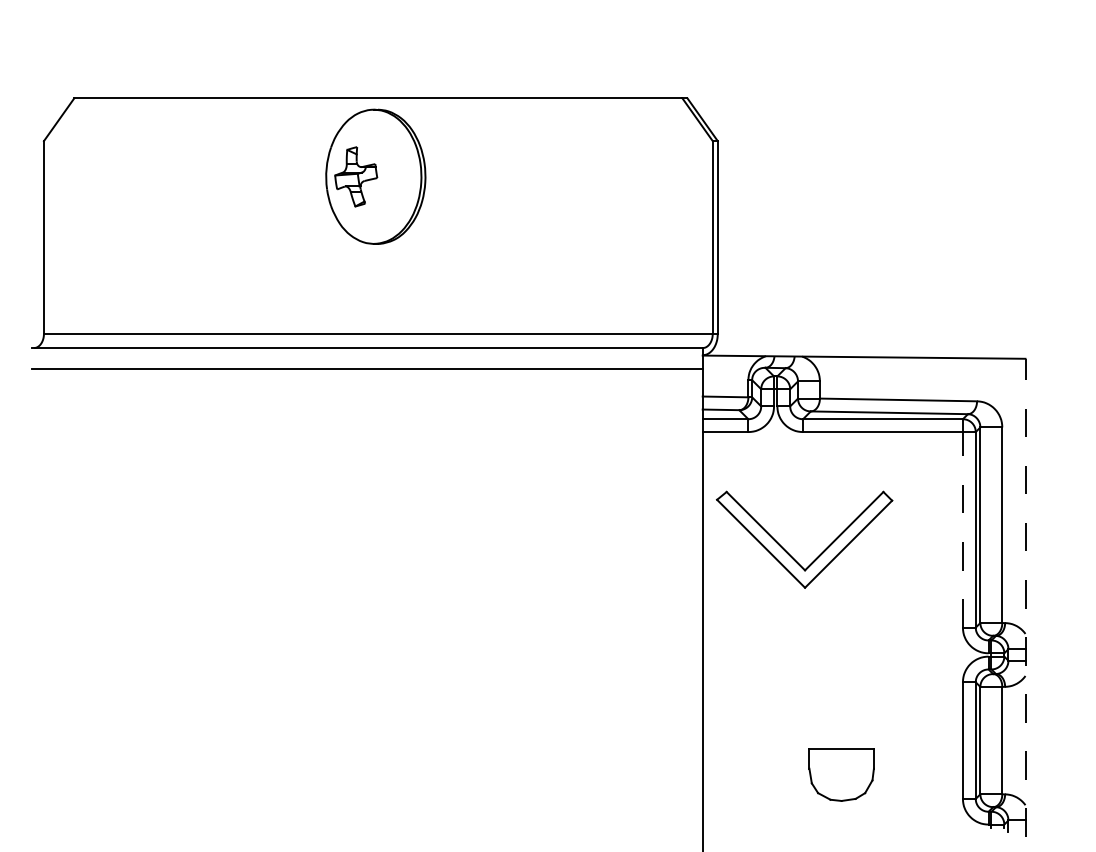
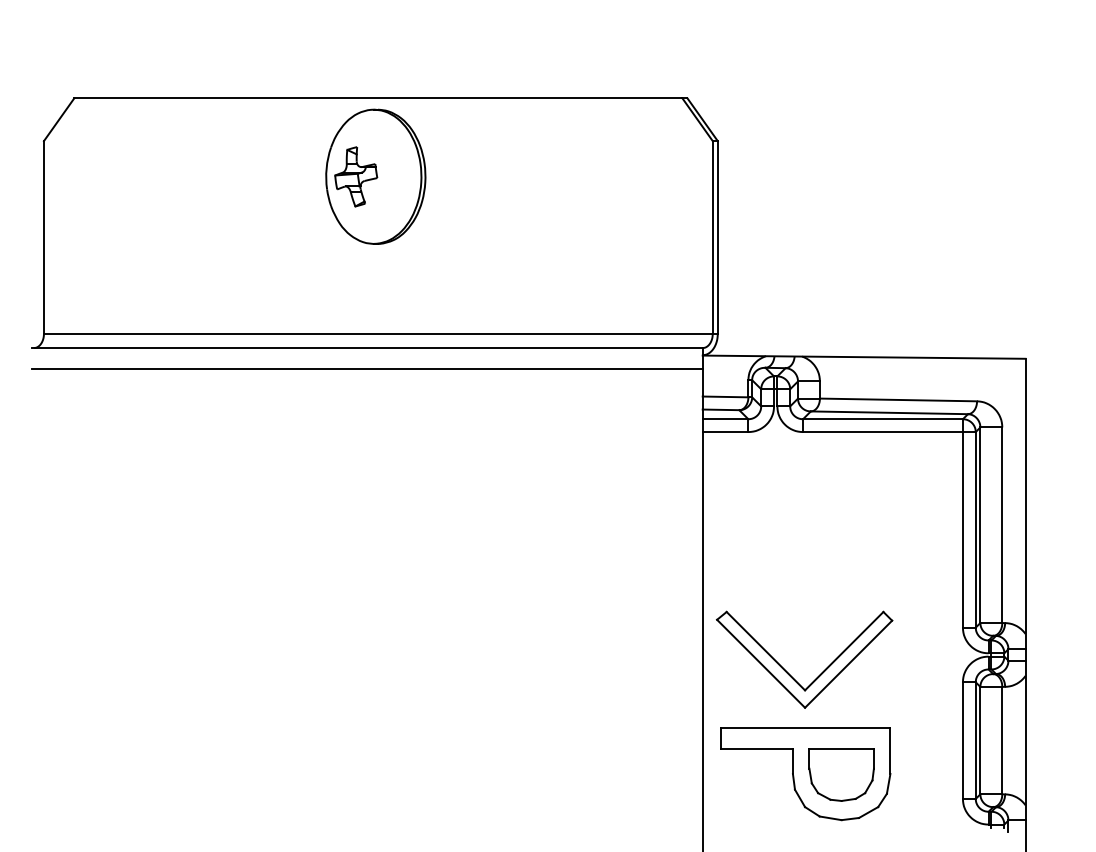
line at (962, 529): dashed -> solid
part at (789, 553) position: (789, 553) -> (789, 673)
line at (1025, 604): dashed -> solid
part at (805, 774): none -> present
